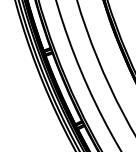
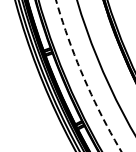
arc at (84, 78): solid -> dashed
